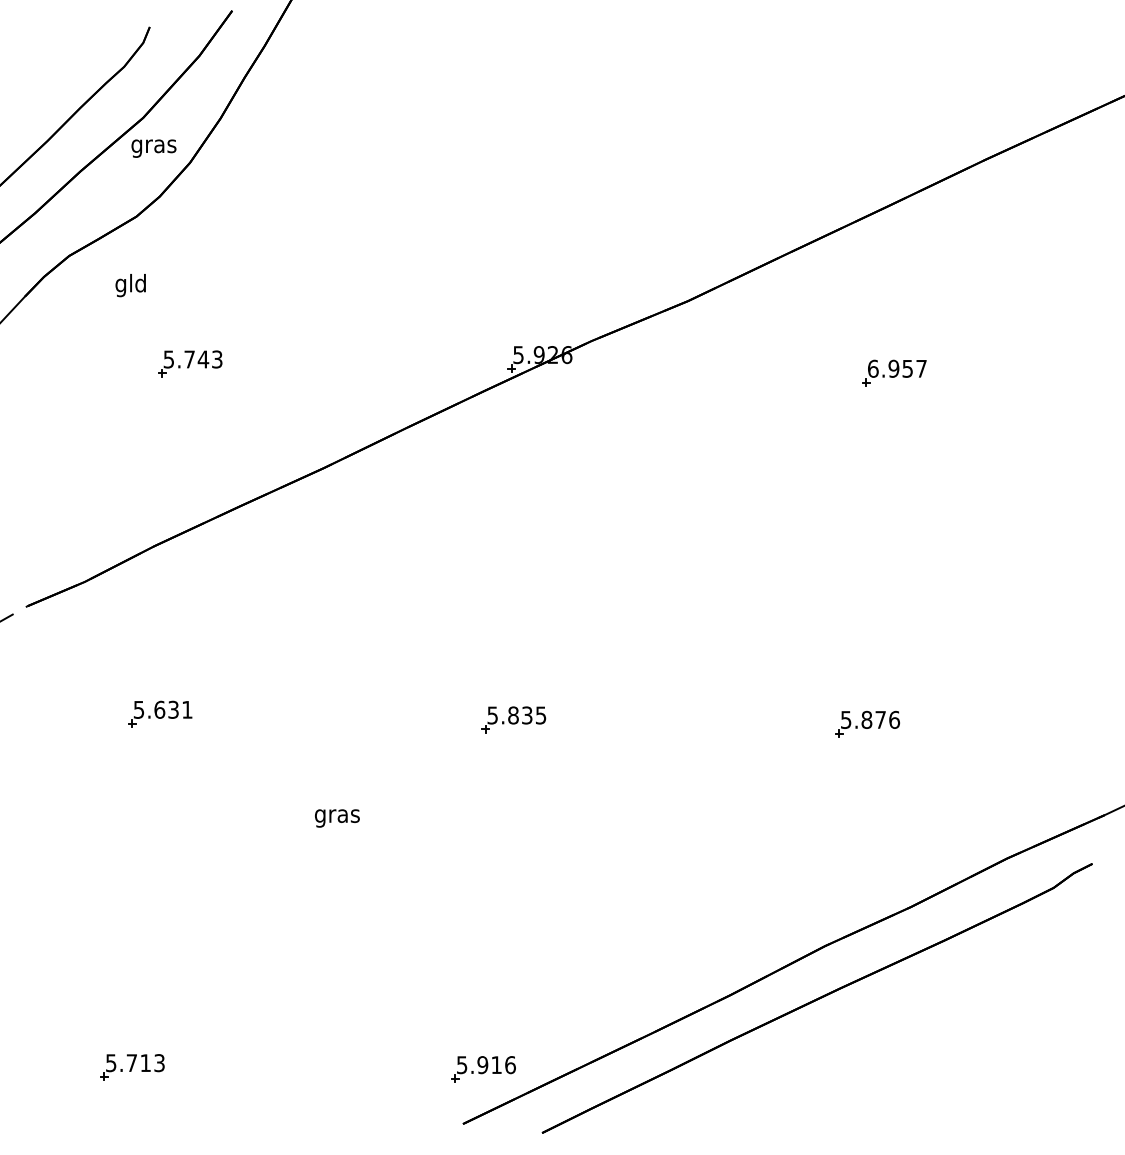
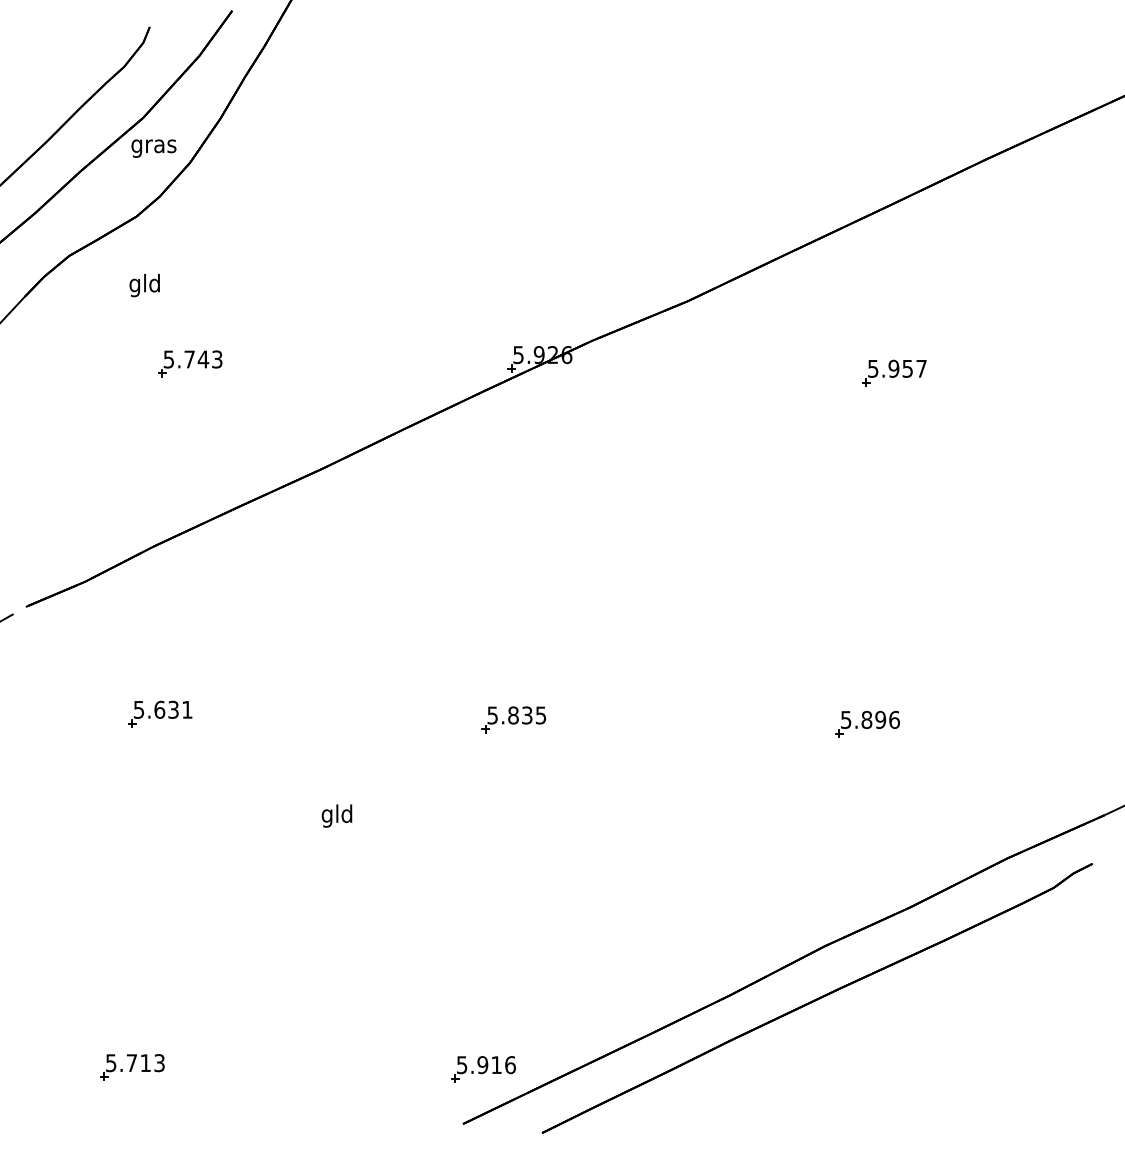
text at (130, 285) position: (130, 285) -> (144, 285)
text at (873, 368): 6.957 -> 5.957
text at (880, 719): 5.876 -> 5.896
text at (337, 815): gras -> gld
